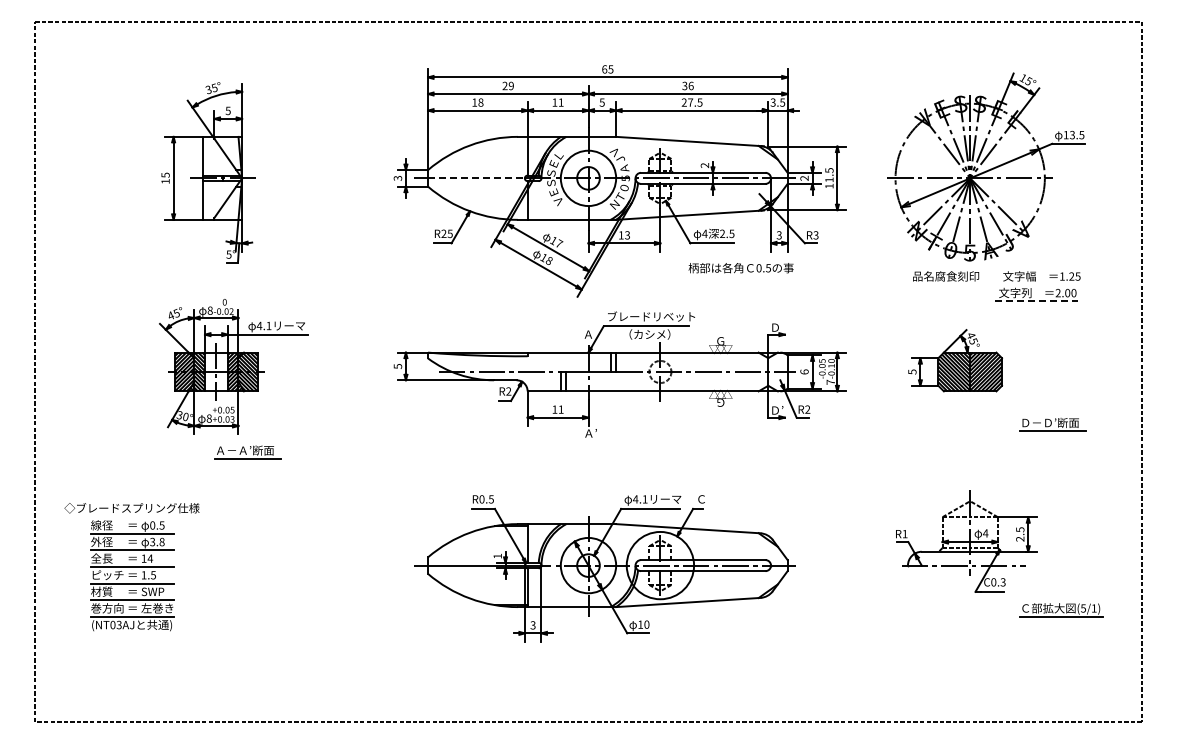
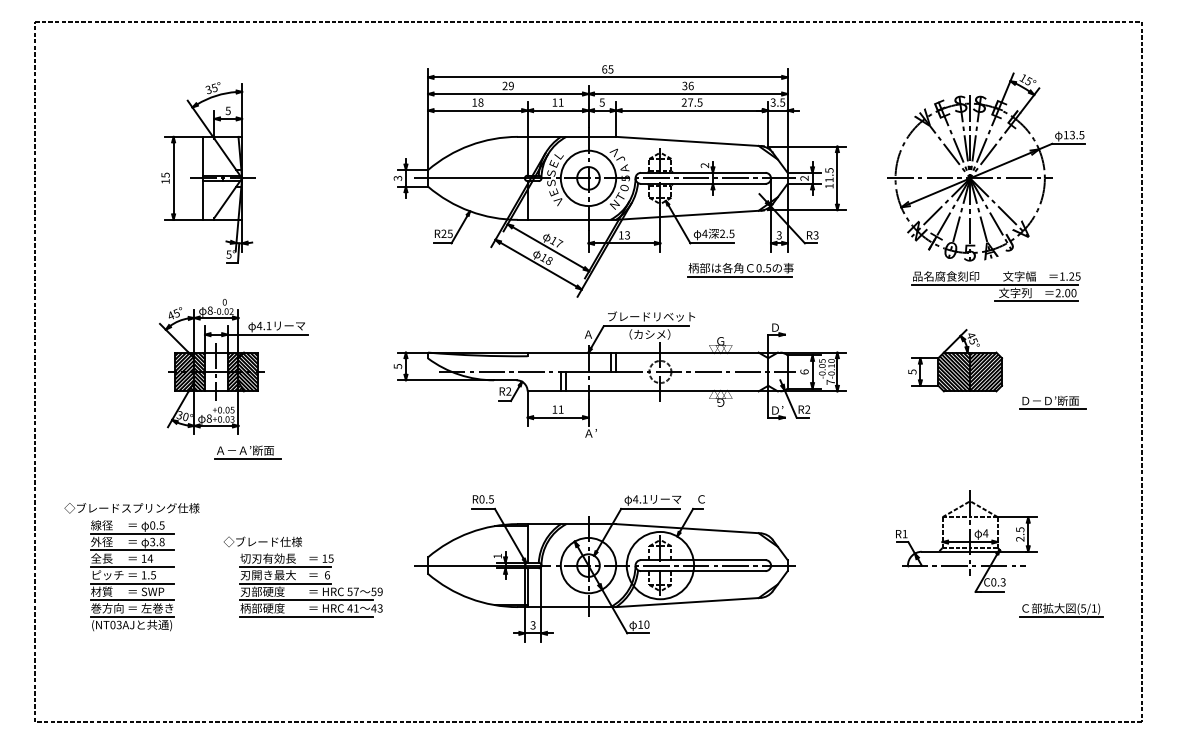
line at (476, 178): dashed -> solid
line at (739, 276): none -> present
line at (995, 284): none -> present
line at (1037, 301): dashed -> solid
part at (1052, 424) position: (1052, 424) -> (1052, 402)
part at (309, 576): none -> present
